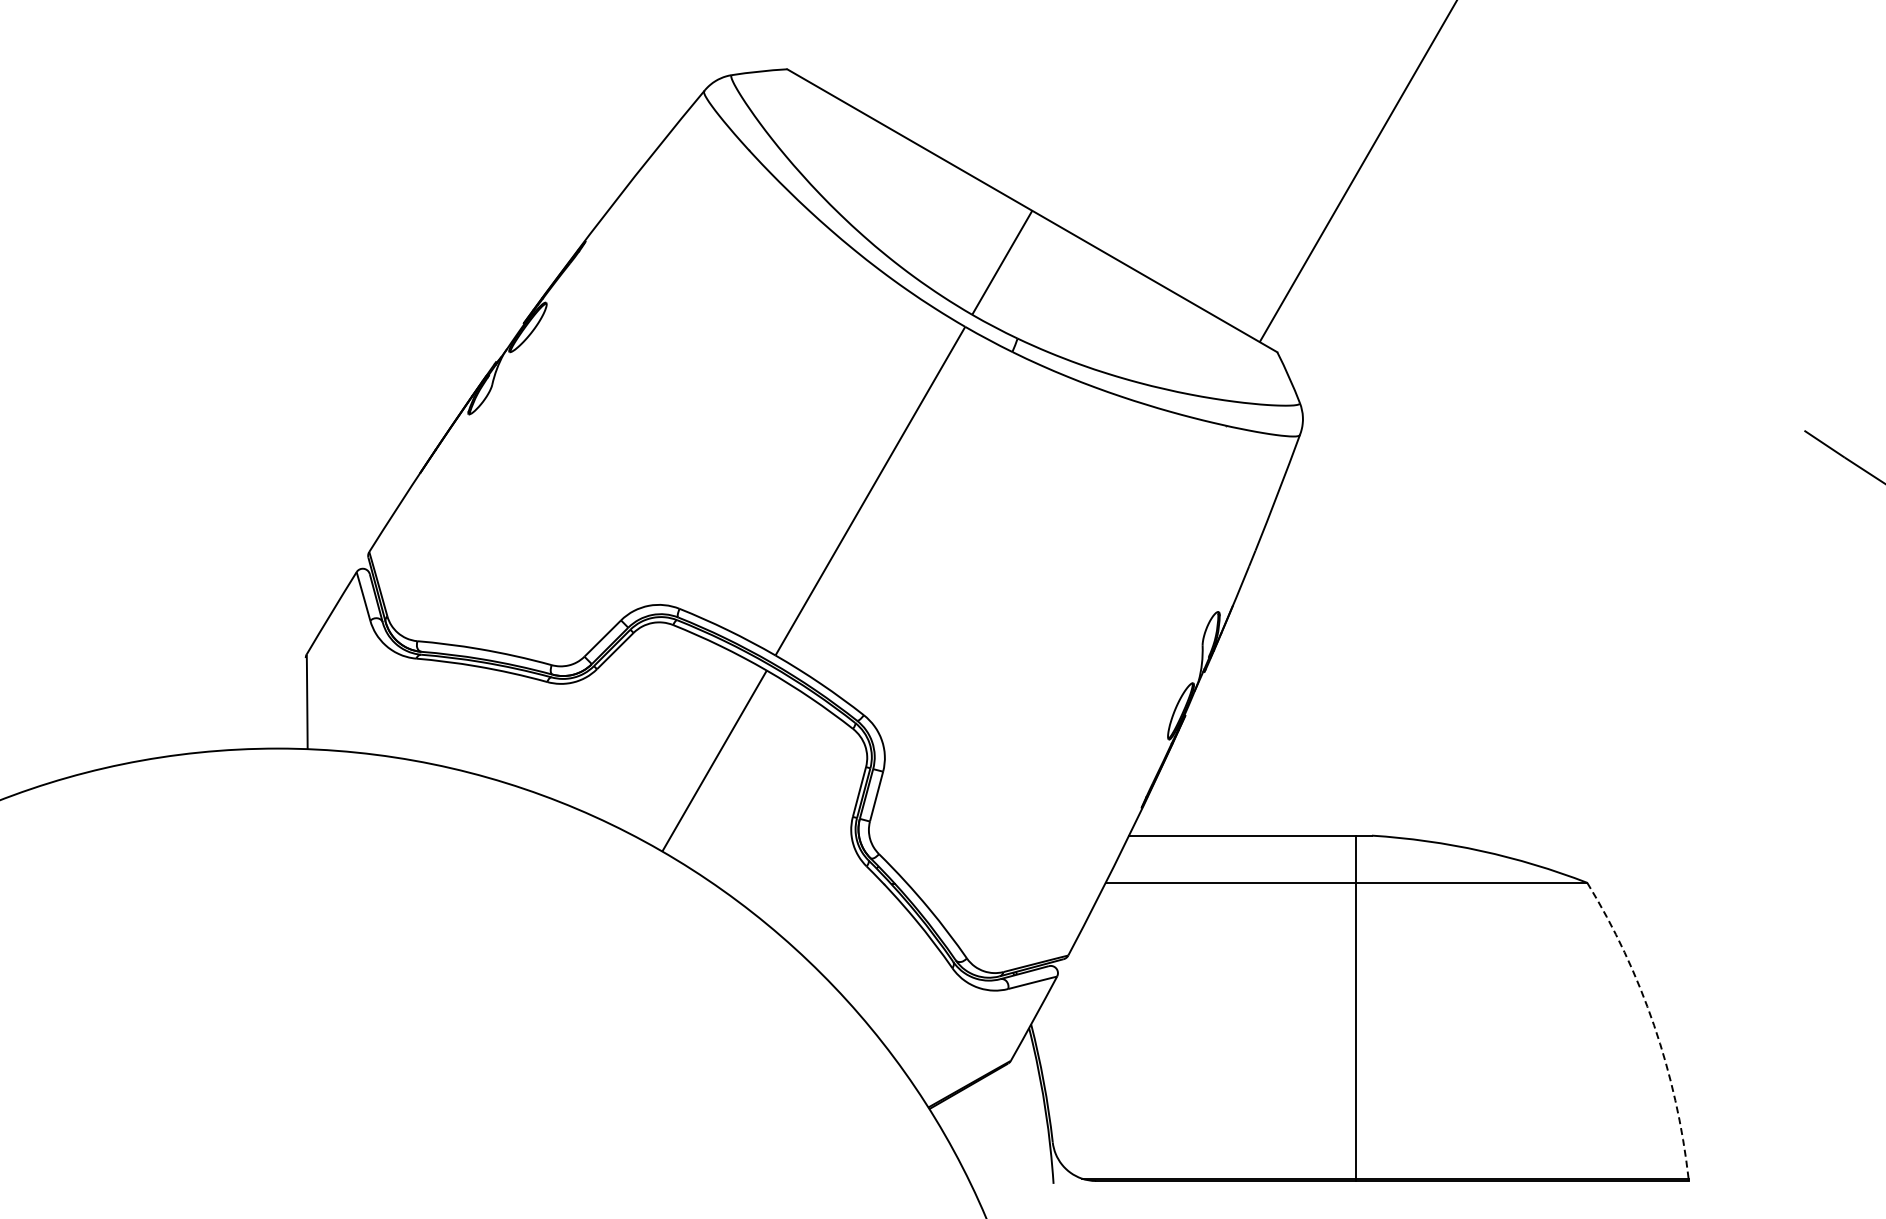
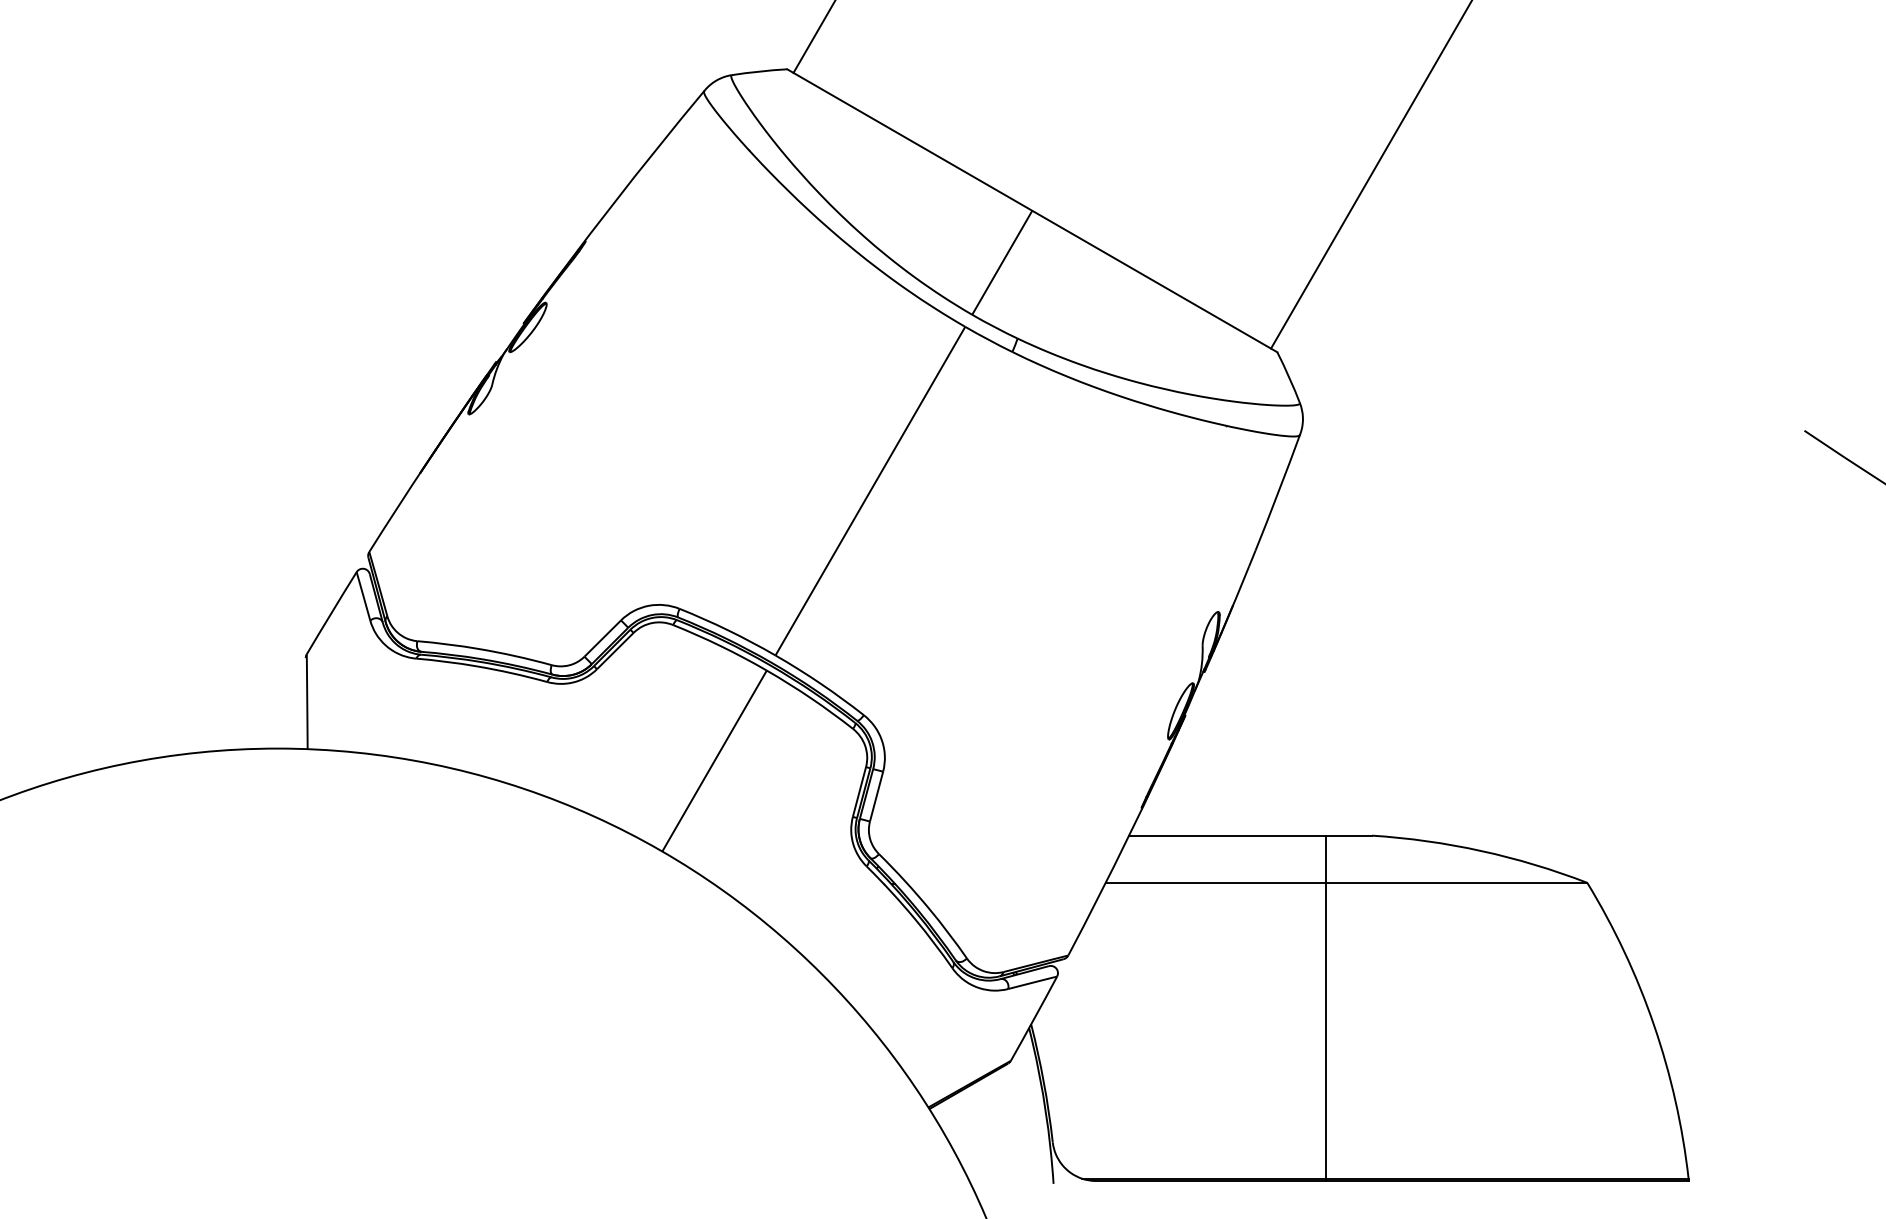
line at (813, 37): none -> present
line at (1357, 171) position: (1357, 171) -> (1371, 175)
line at (1356, 1007) position: (1356, 1007) -> (1326, 1007)
arc at (1654, 1025): dashed -> solid
